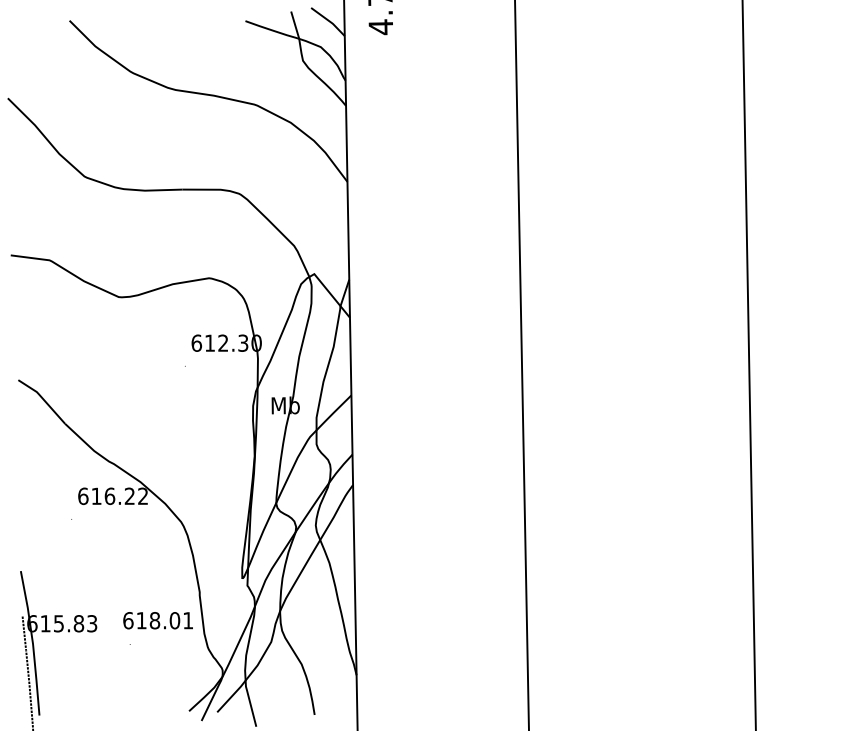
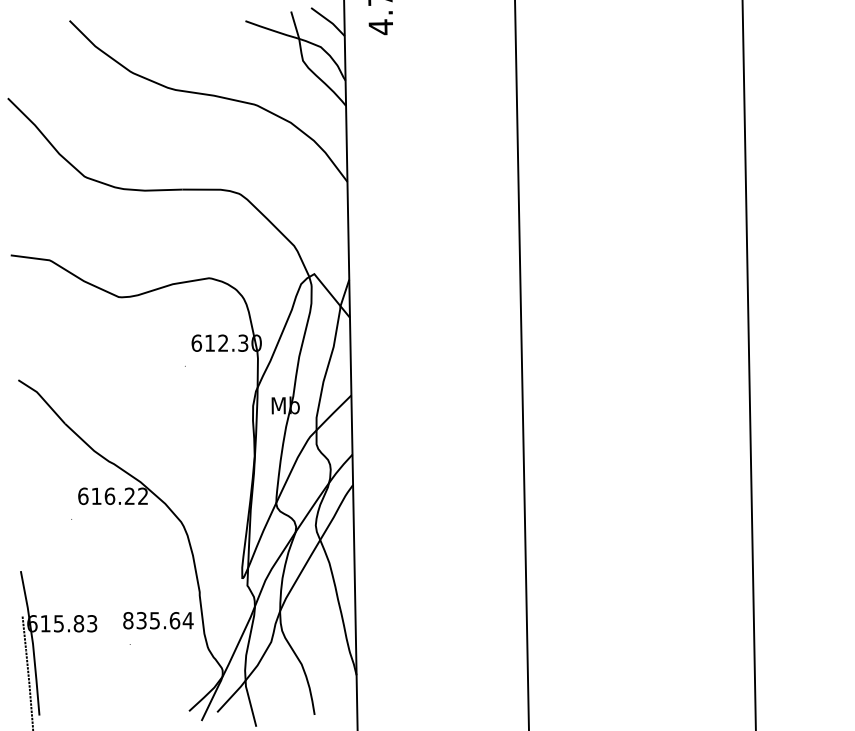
text at (158, 620): 618.01 -> 835.64
